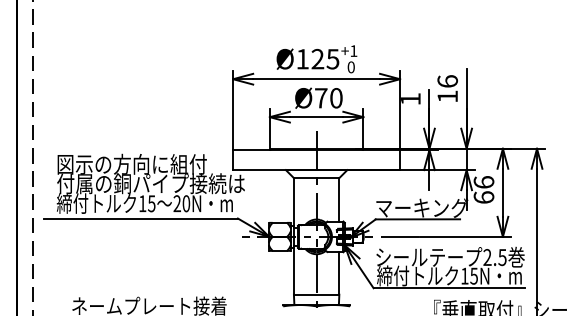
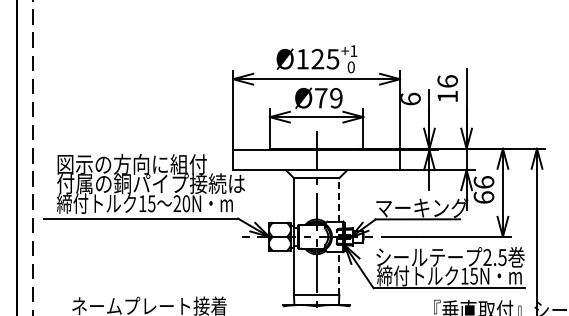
text at (336, 98): Ø70 -> Ø79
text at (410, 98): 1 -> 6
line at (339, 199): solid -> dashed
line at (339, 272): solid -> dashed
